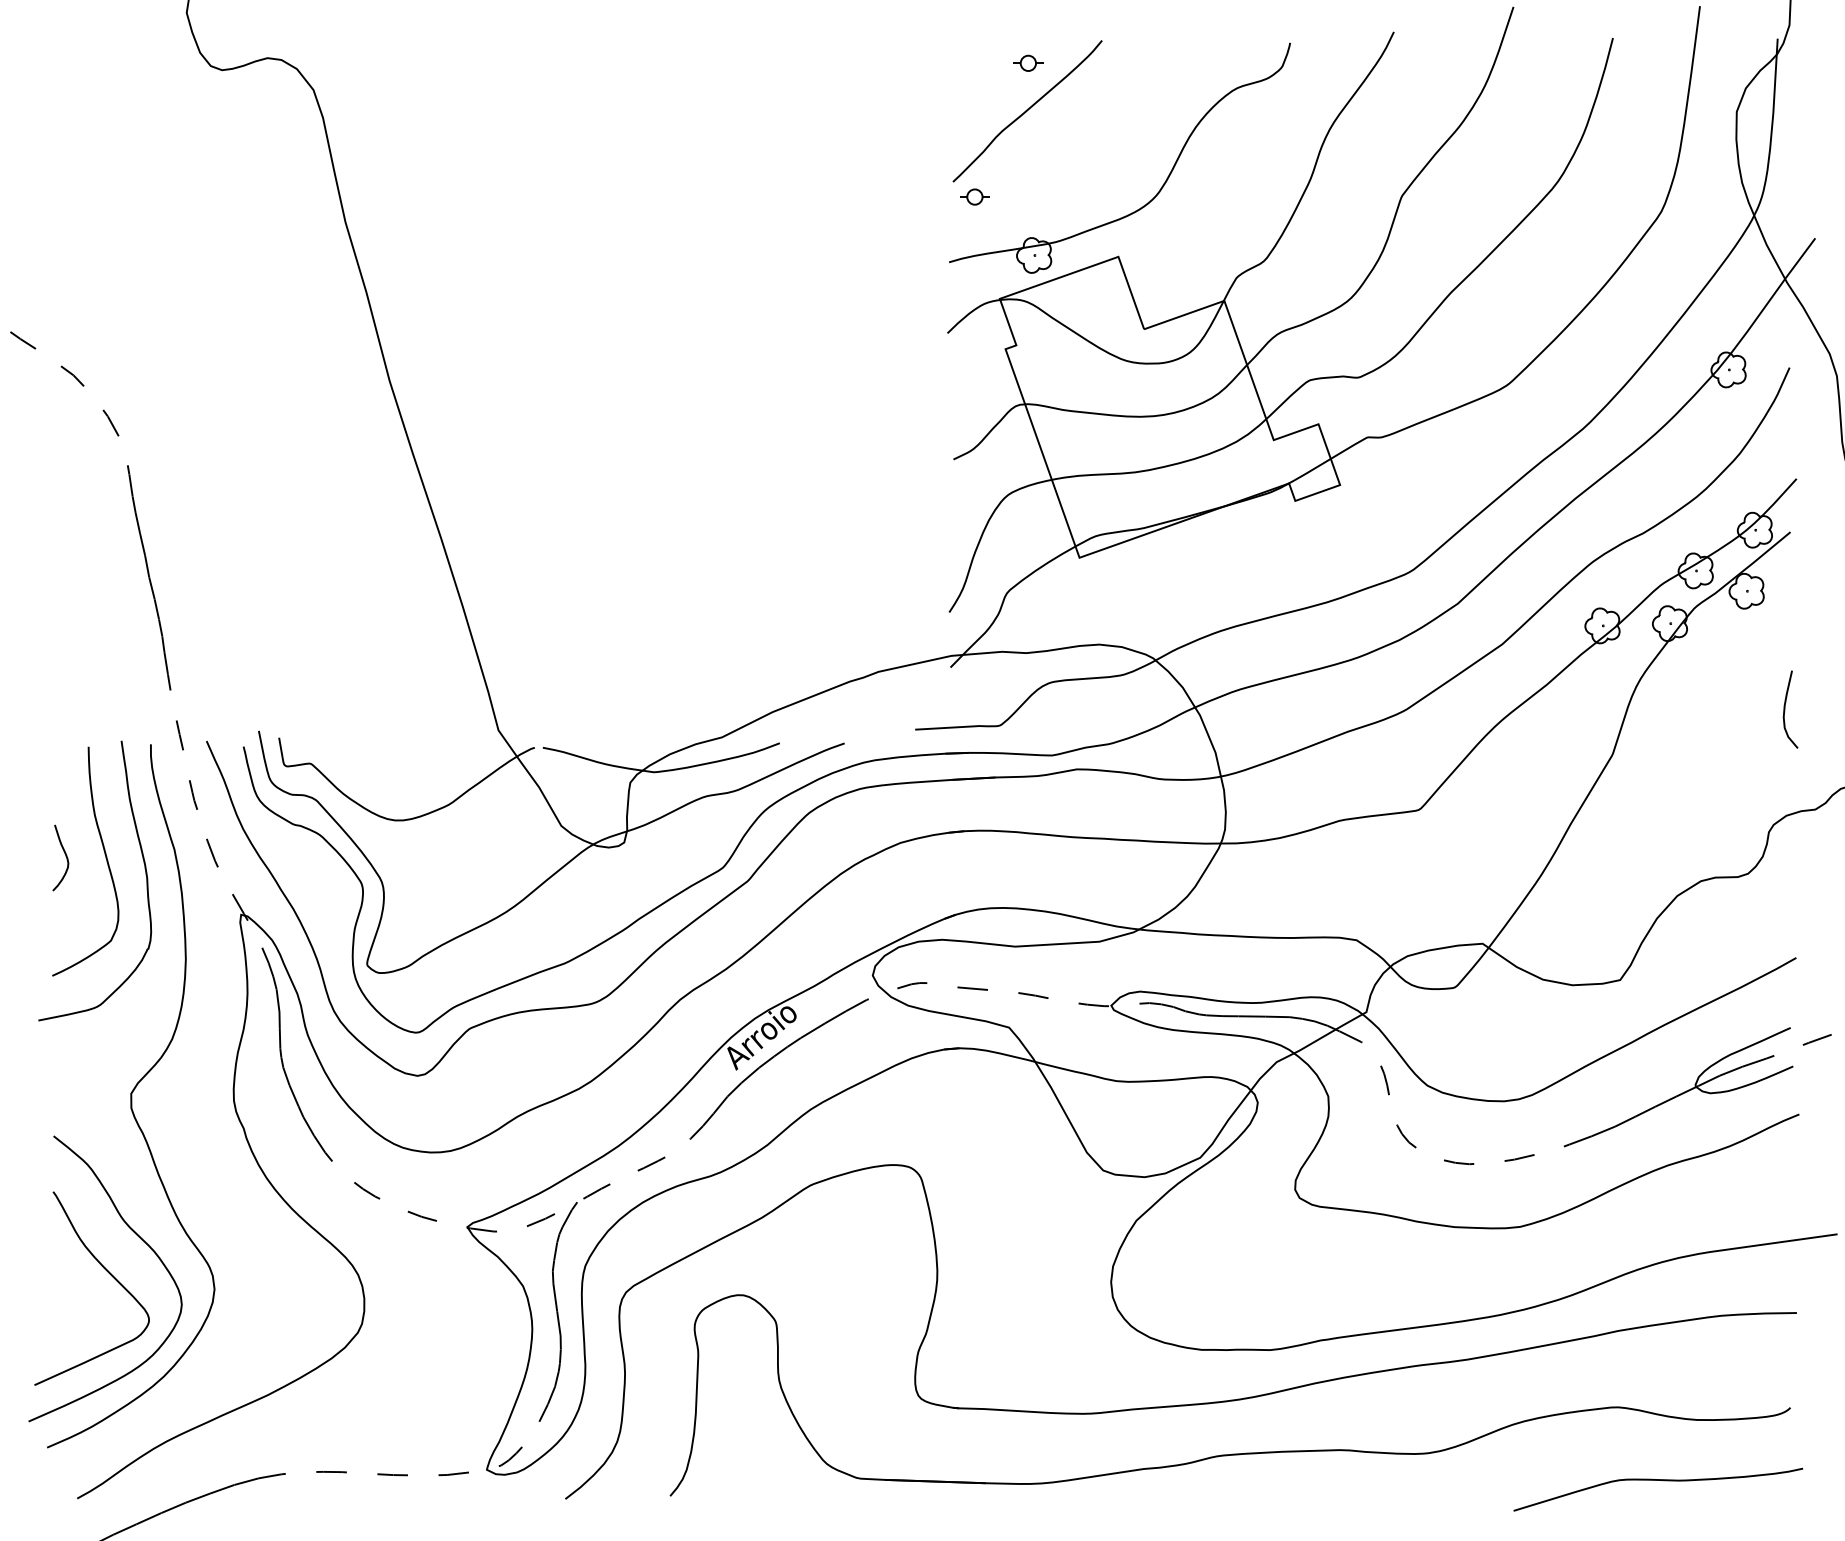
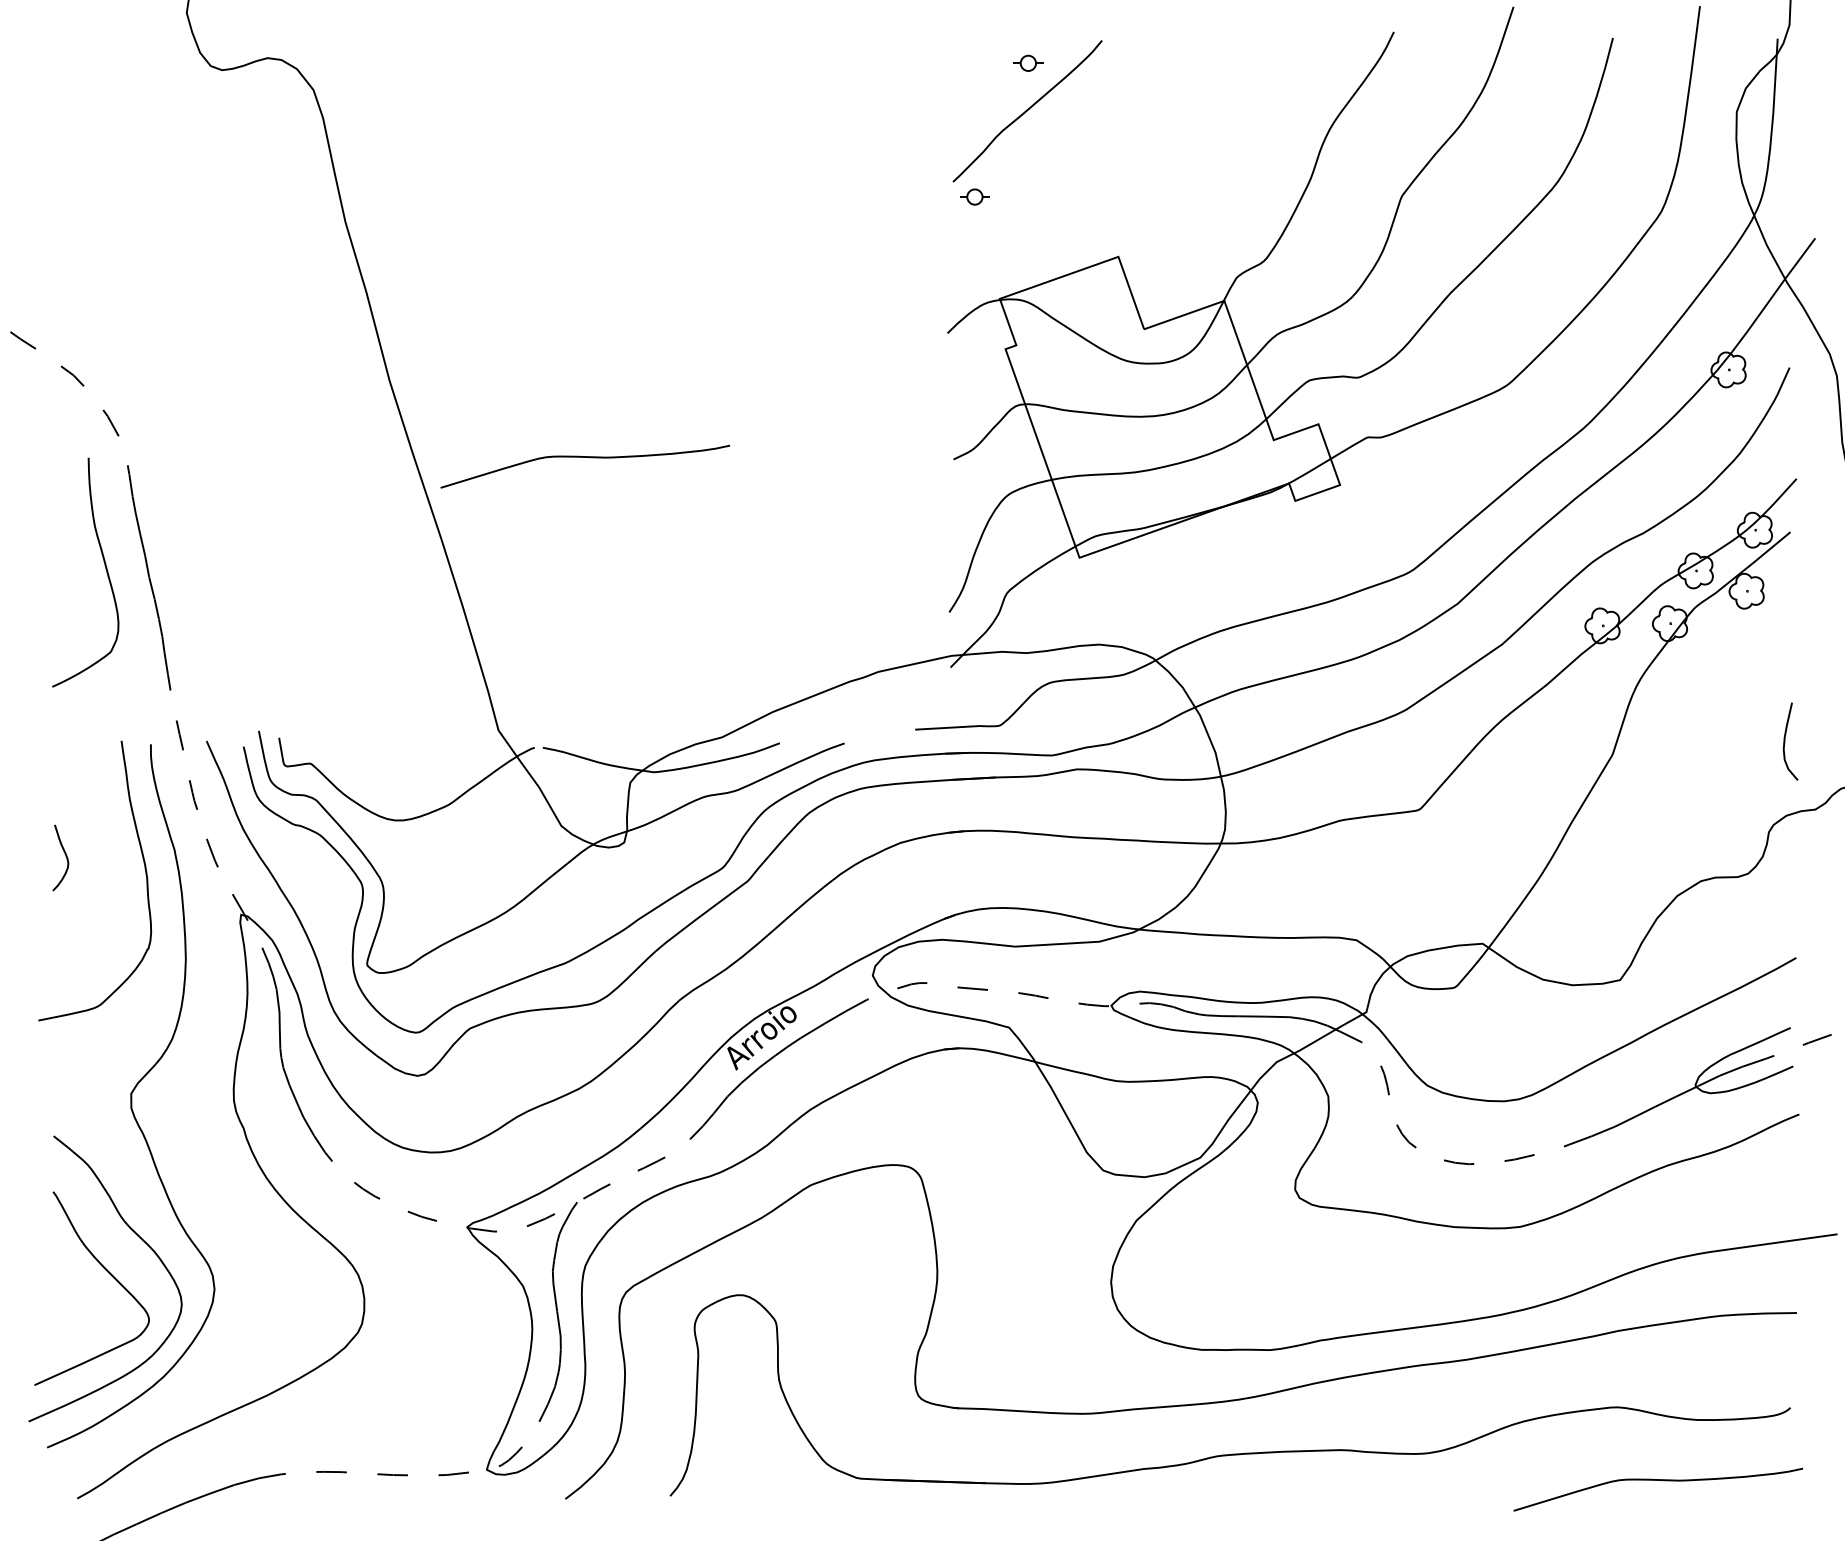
part at (1161, 186): present -> none
curve at (585, 457): none -> present
curve at (1785, 709) position: (1785, 709) -> (1785, 741)
curve at (105, 858) position: (105, 858) -> (105, 569)
